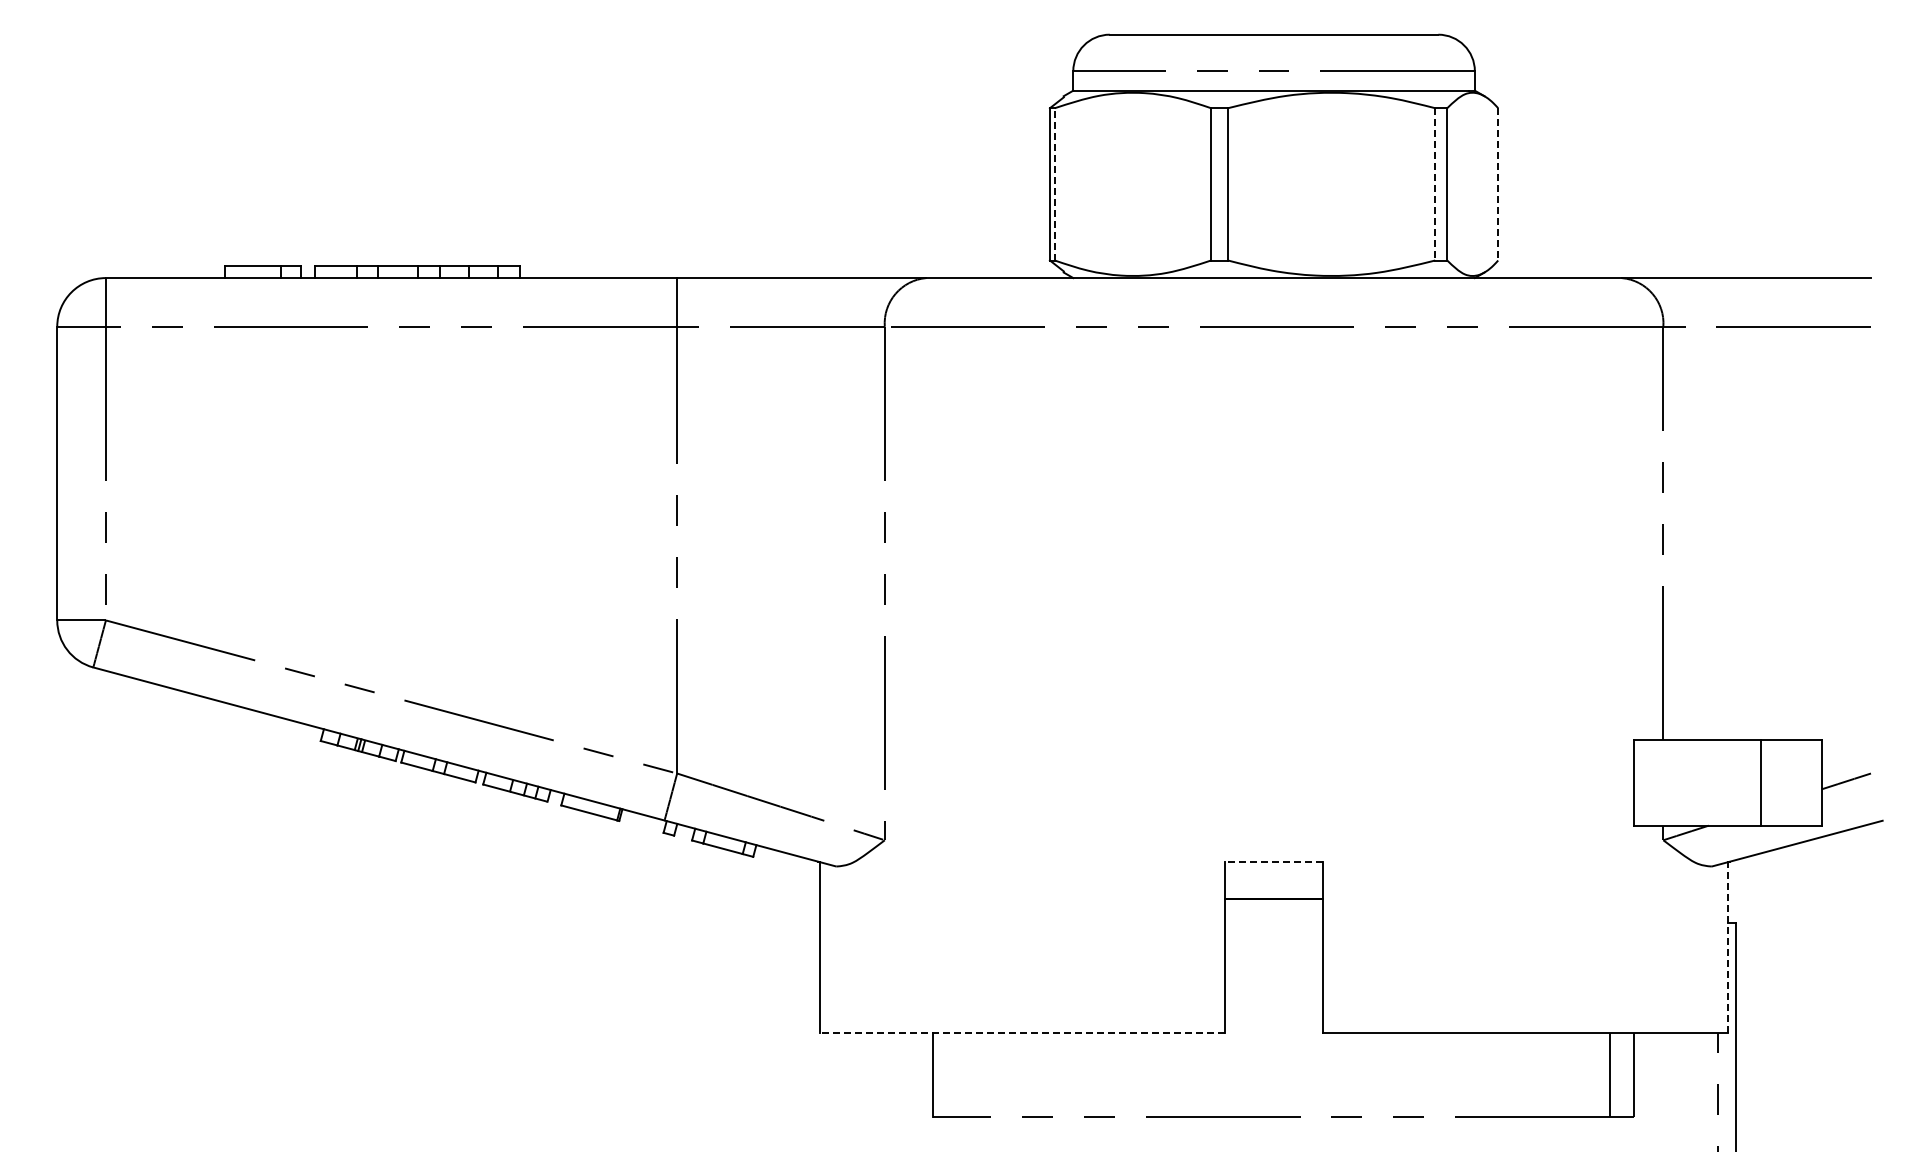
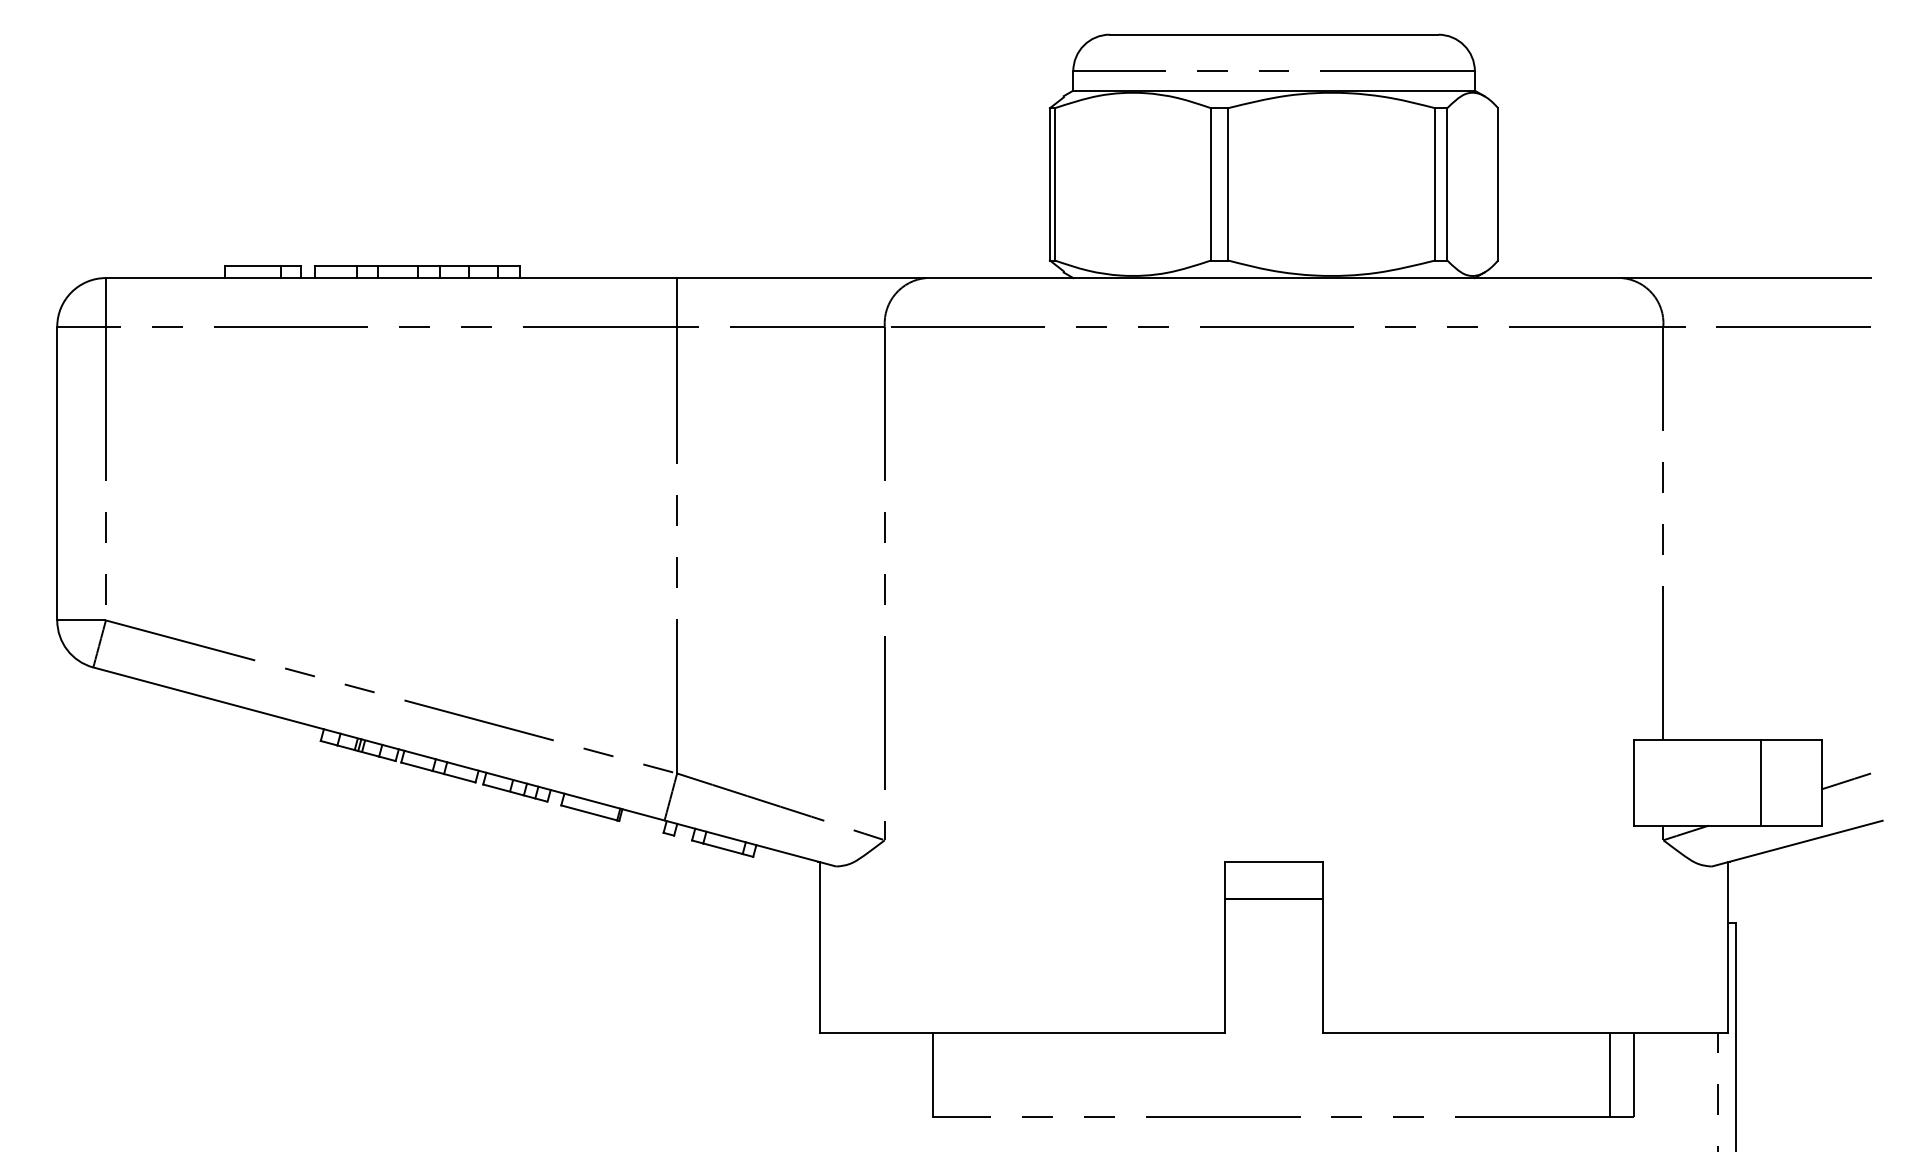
line at (1054, 183): dashed -> solid
line at (1435, 184): dashed -> solid
line at (1498, 184): dashed -> solid
line at (1274, 862): dashed -> solid
line at (1728, 946): dashed -> solid
line at (1022, 1032): dashed -> solid
